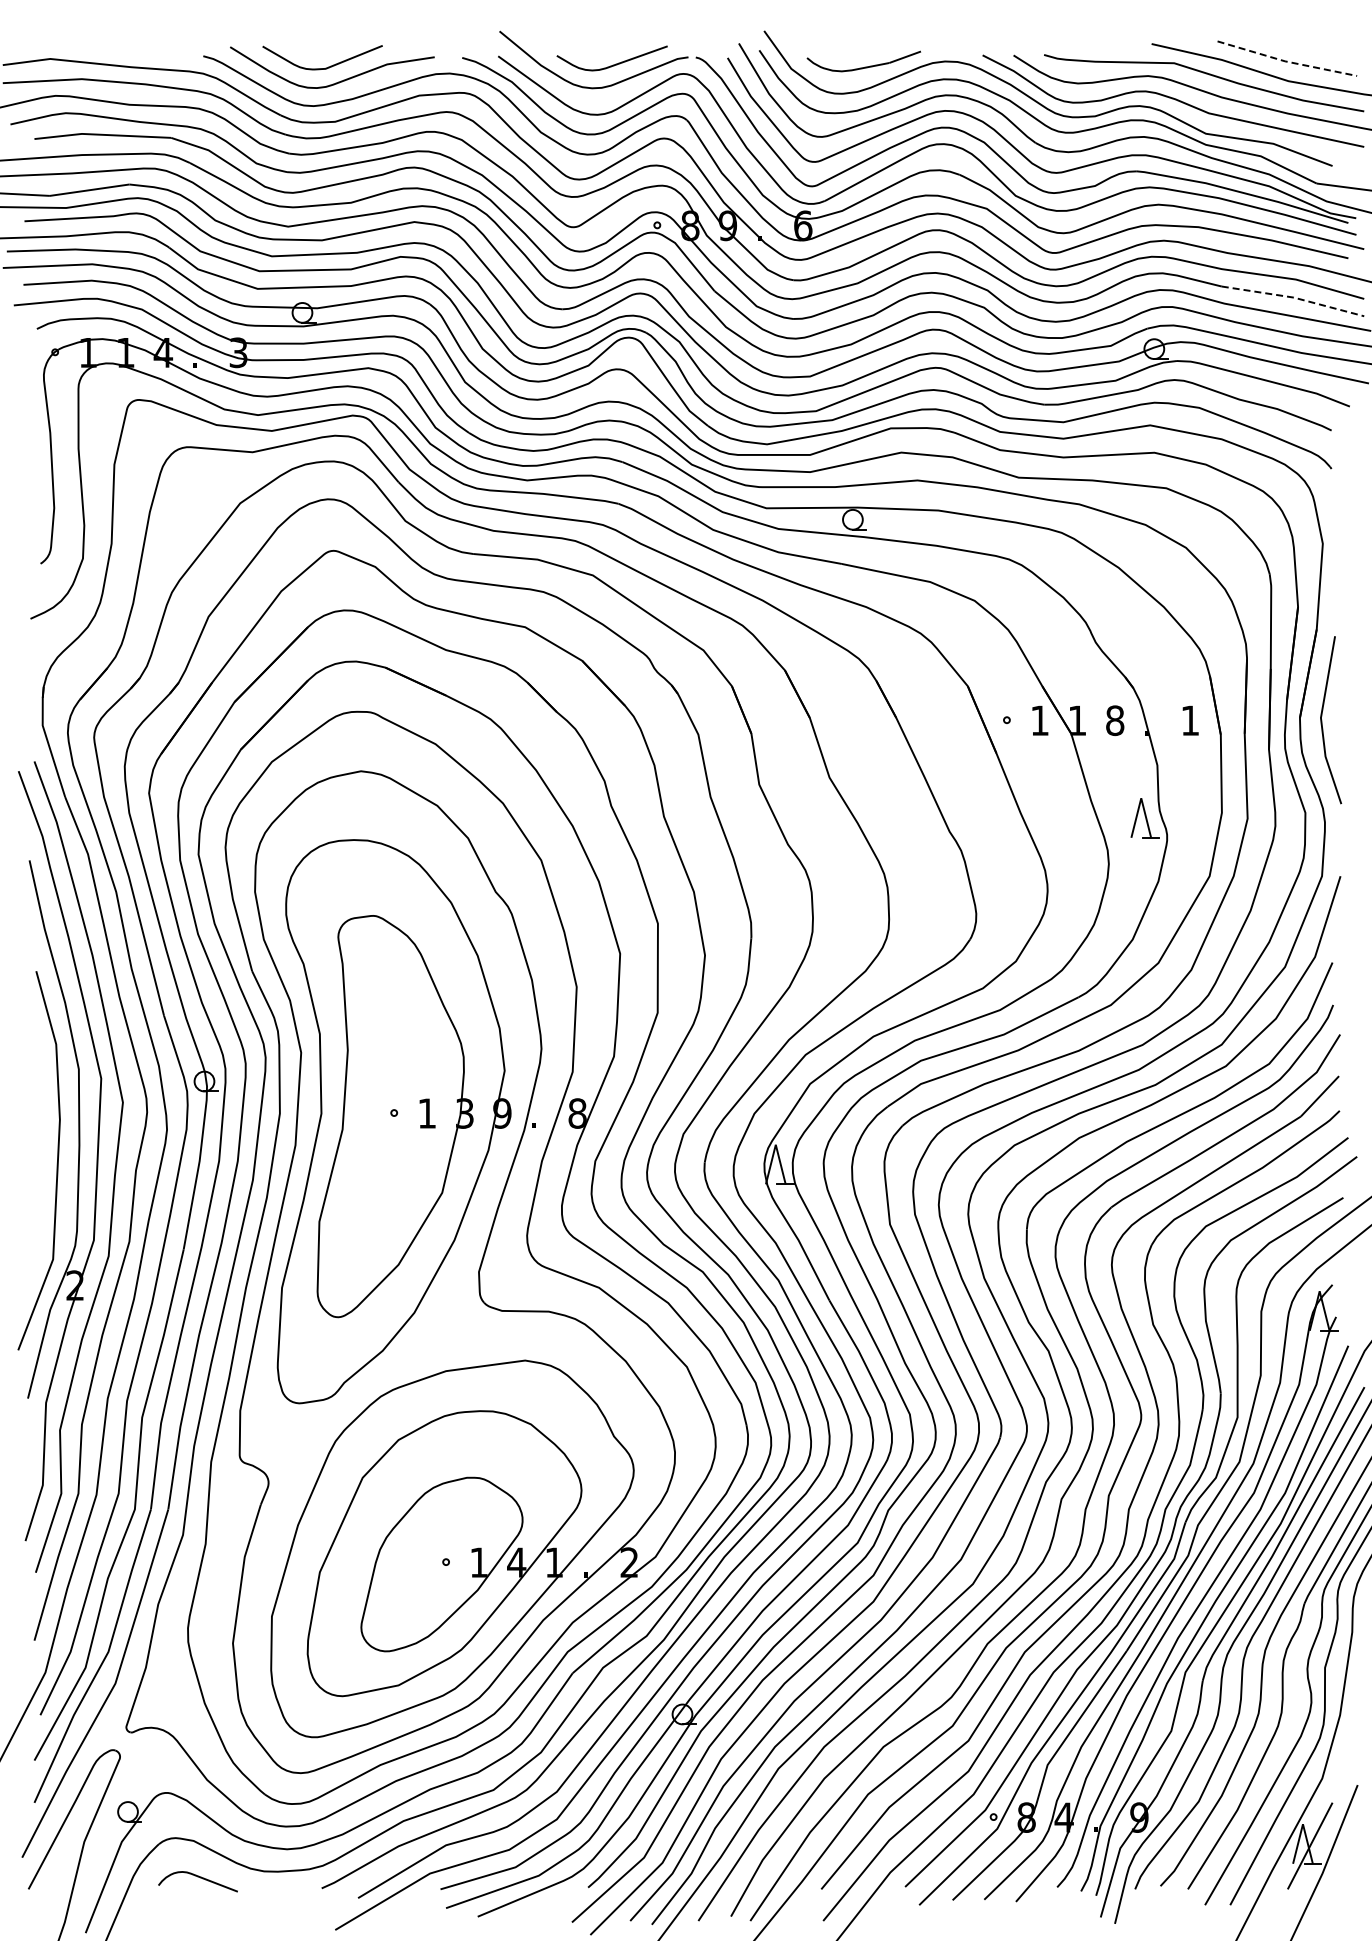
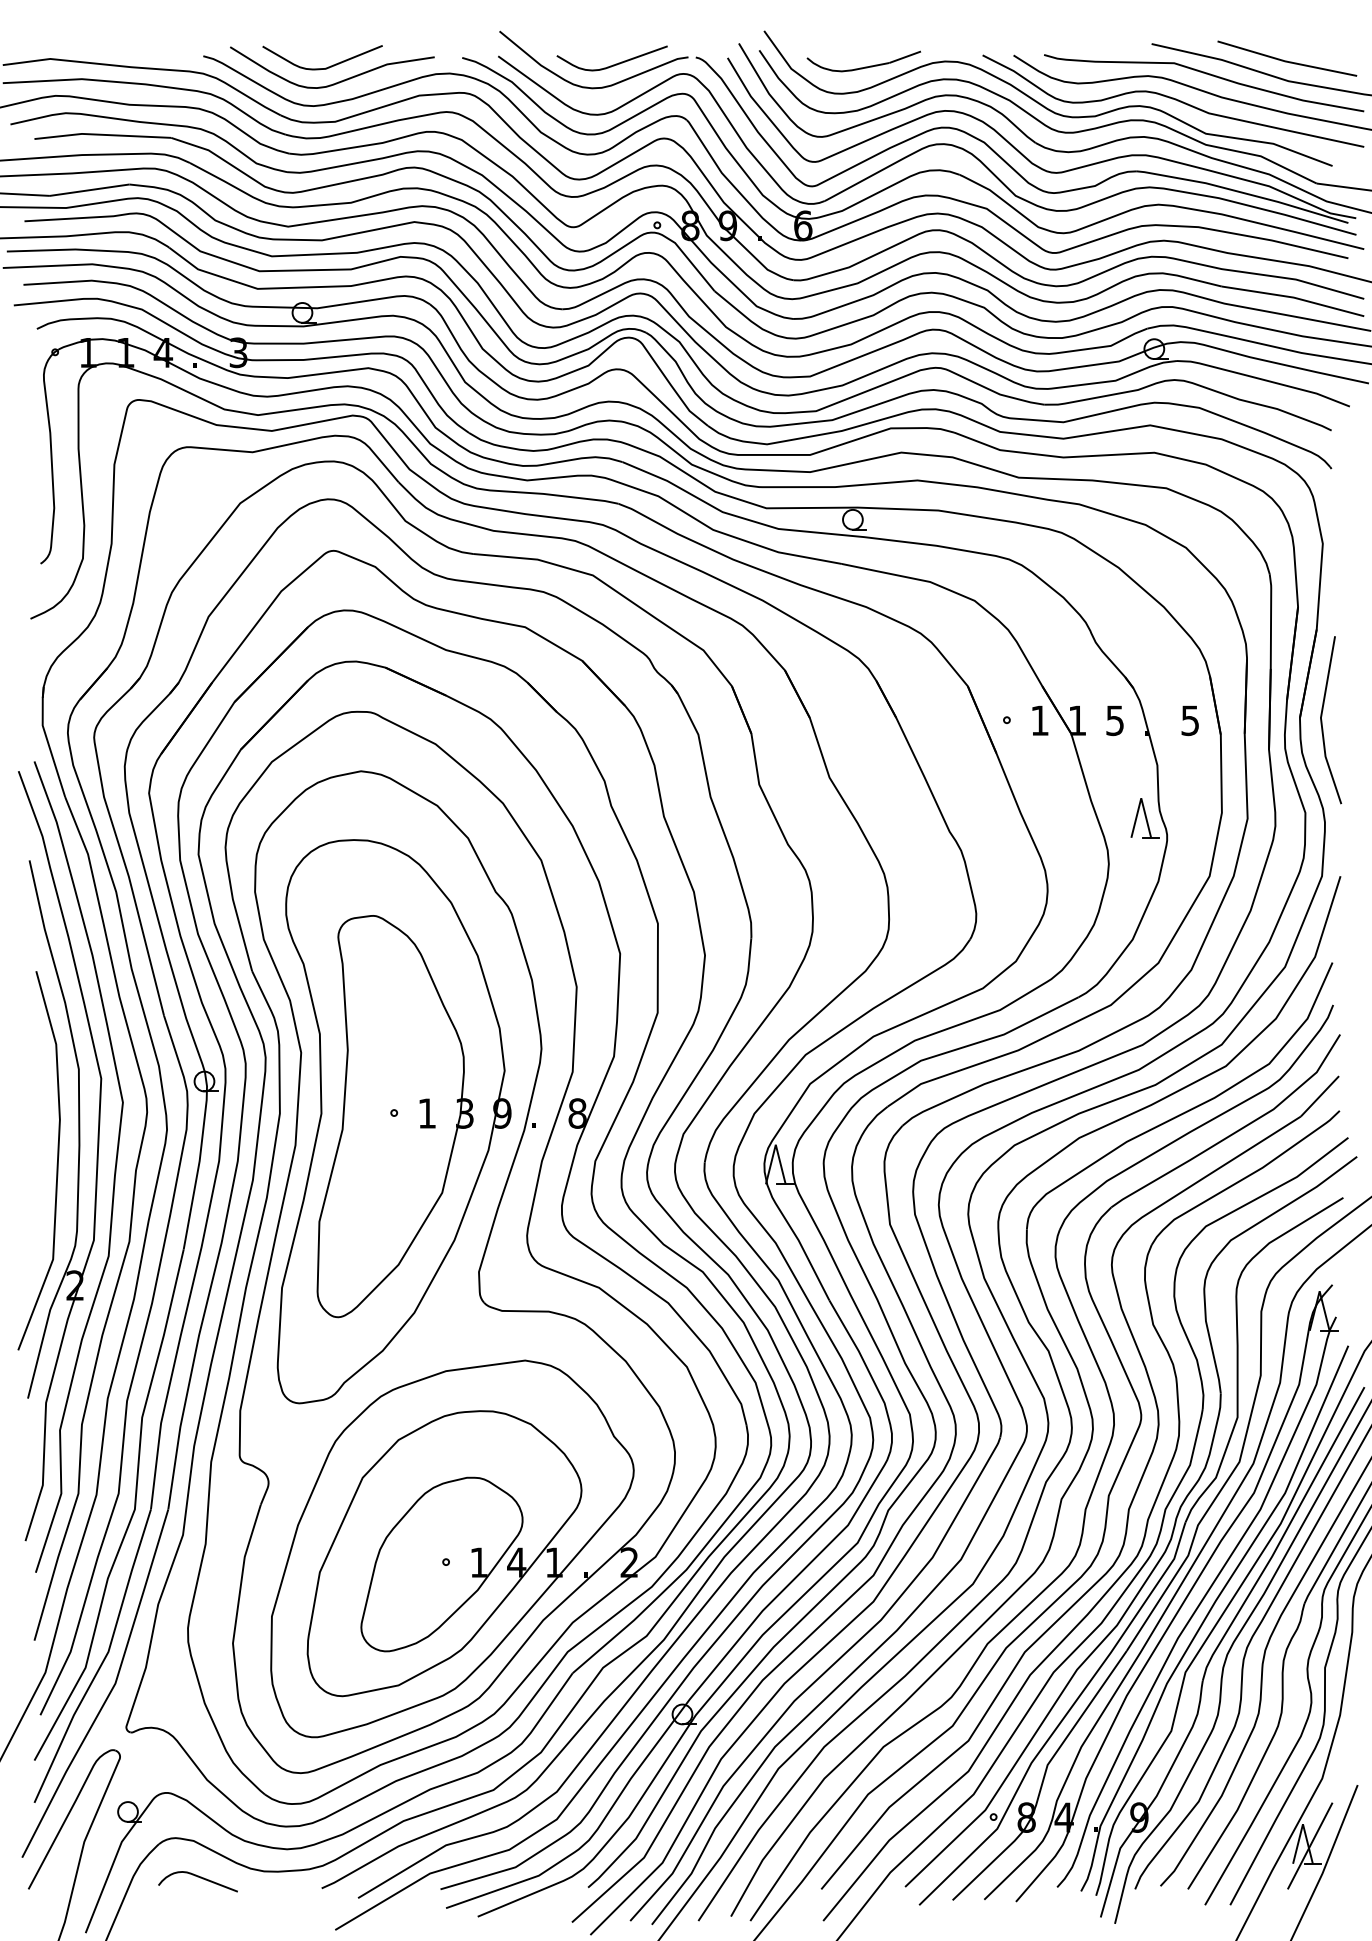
line at (1286, 61): dashed -> solid
line at (1293, 297): dashed -> solid
text at (1115, 720): 8 -> 5
text at (1189, 720): 1 -> 5
